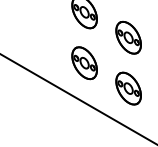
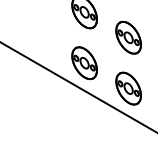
line at (78, 99) position: (78, 99) -> (78, 87)
